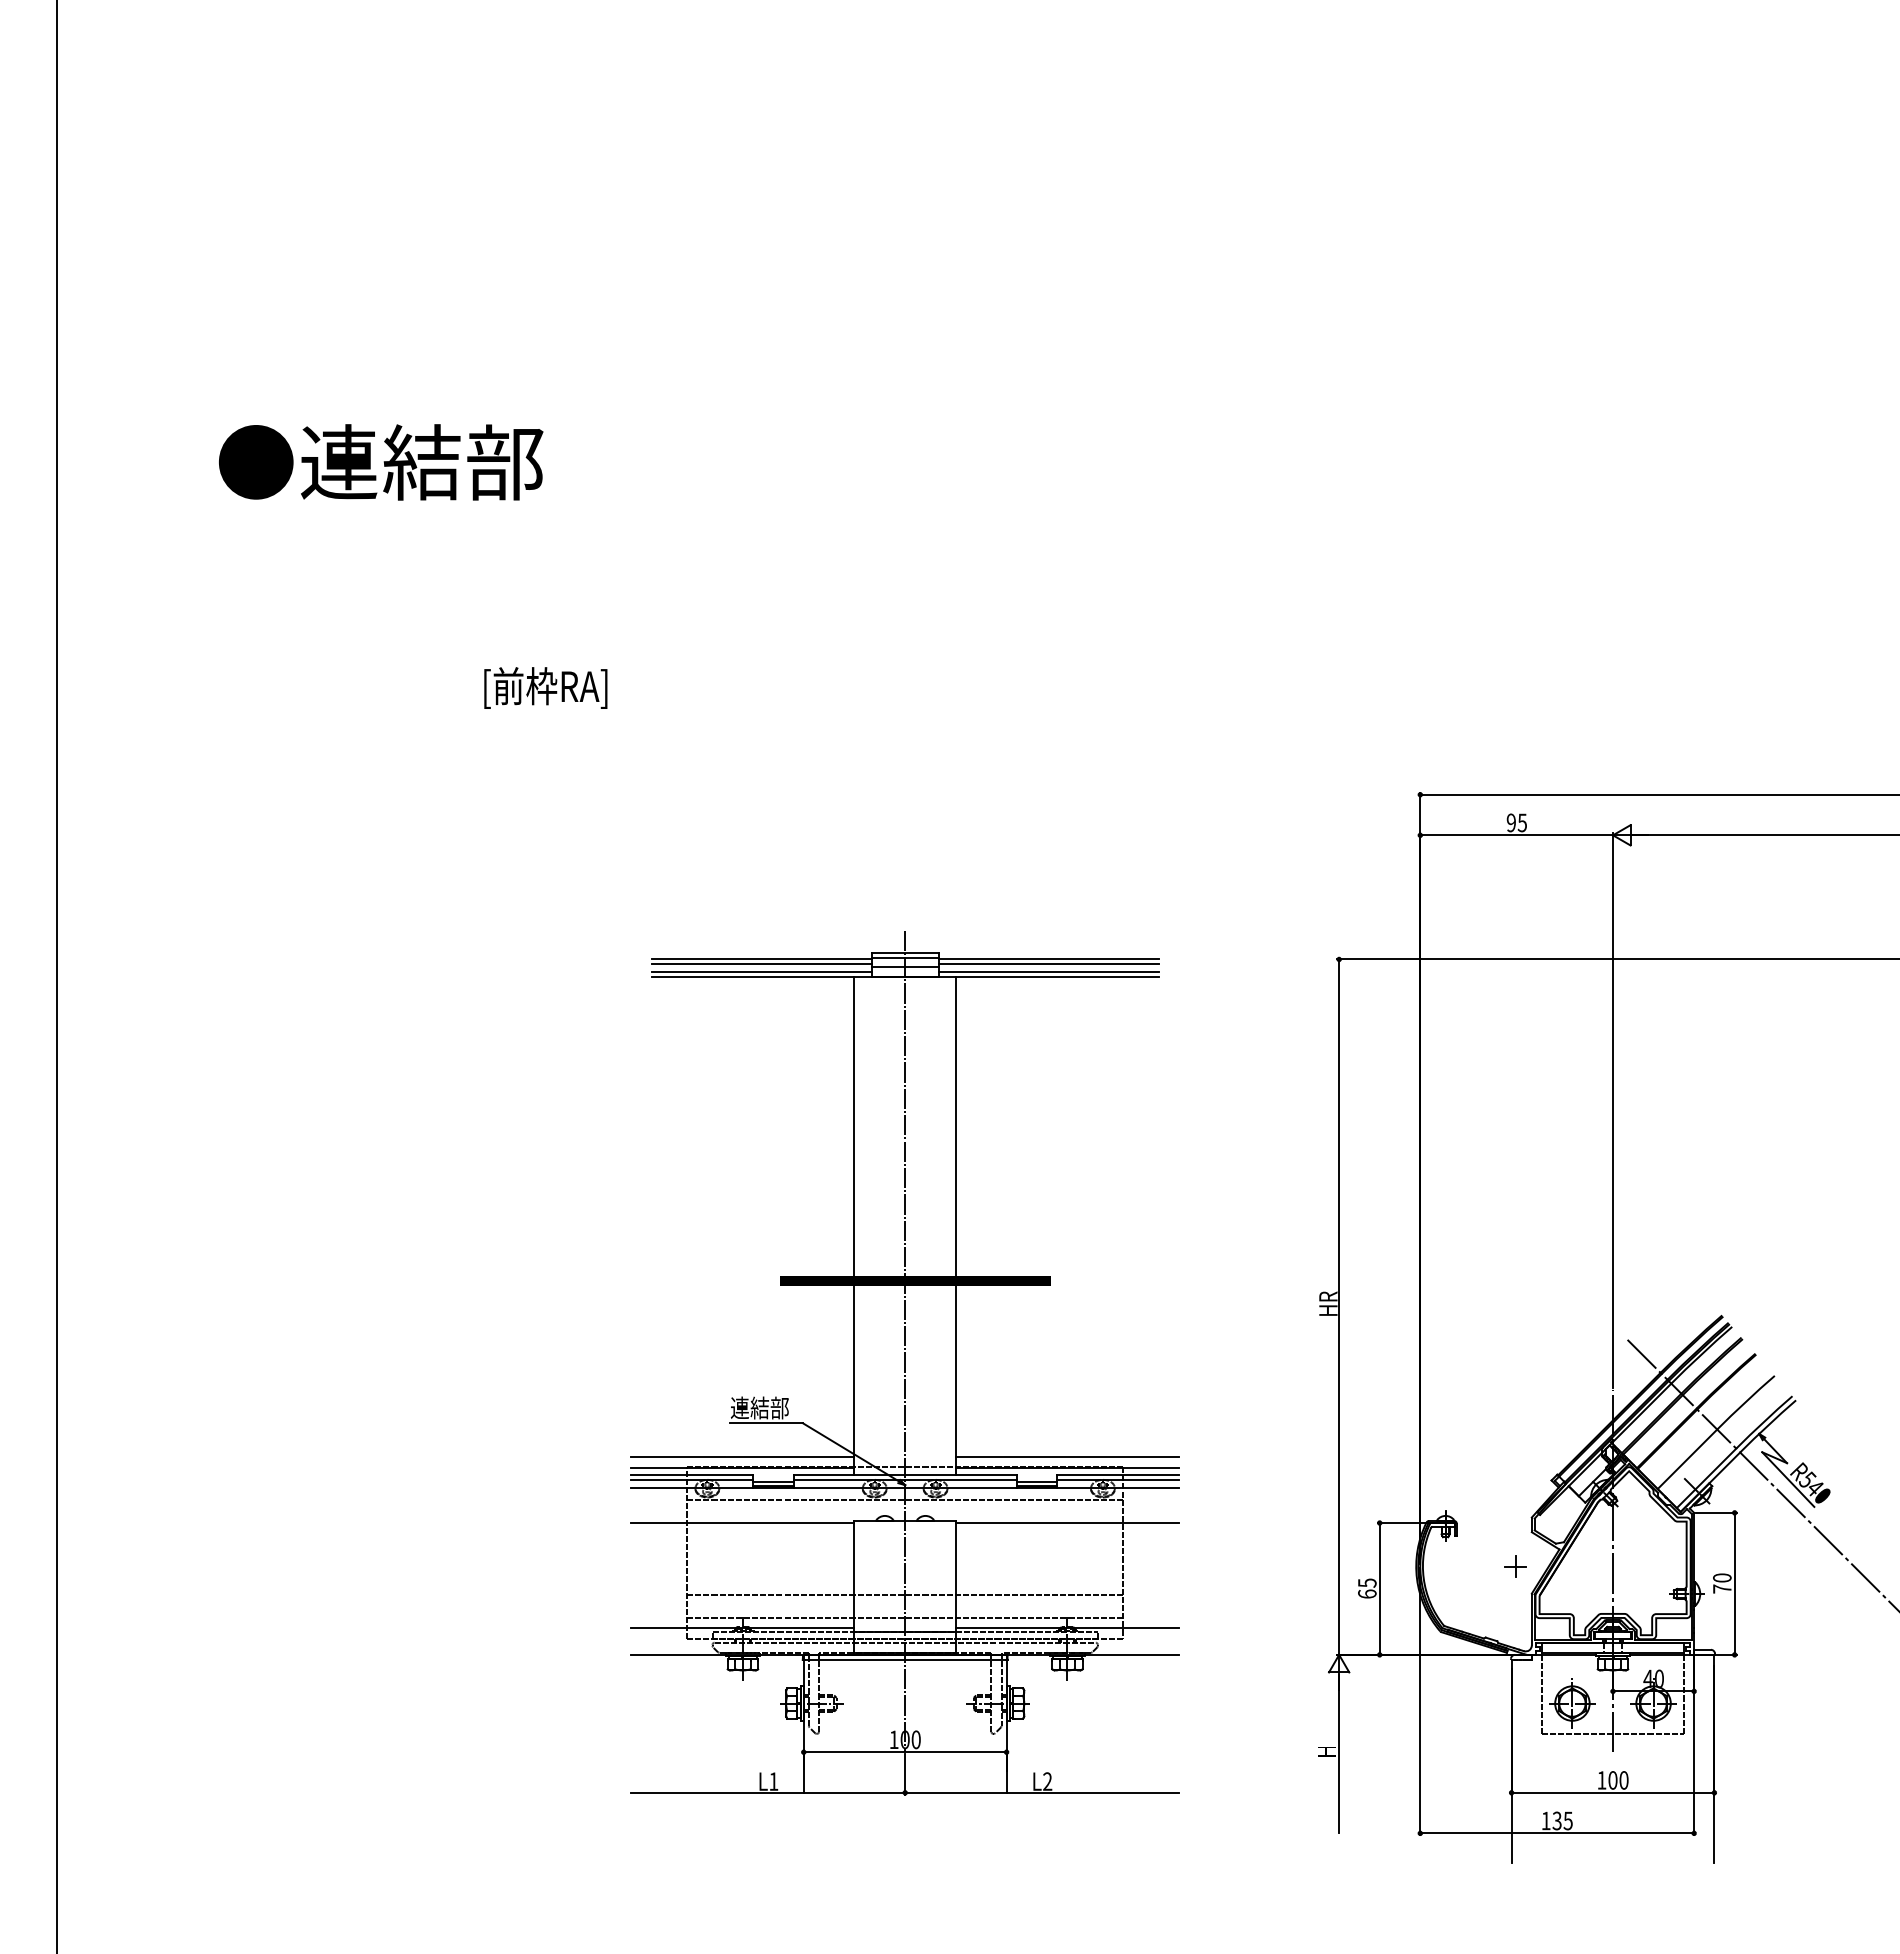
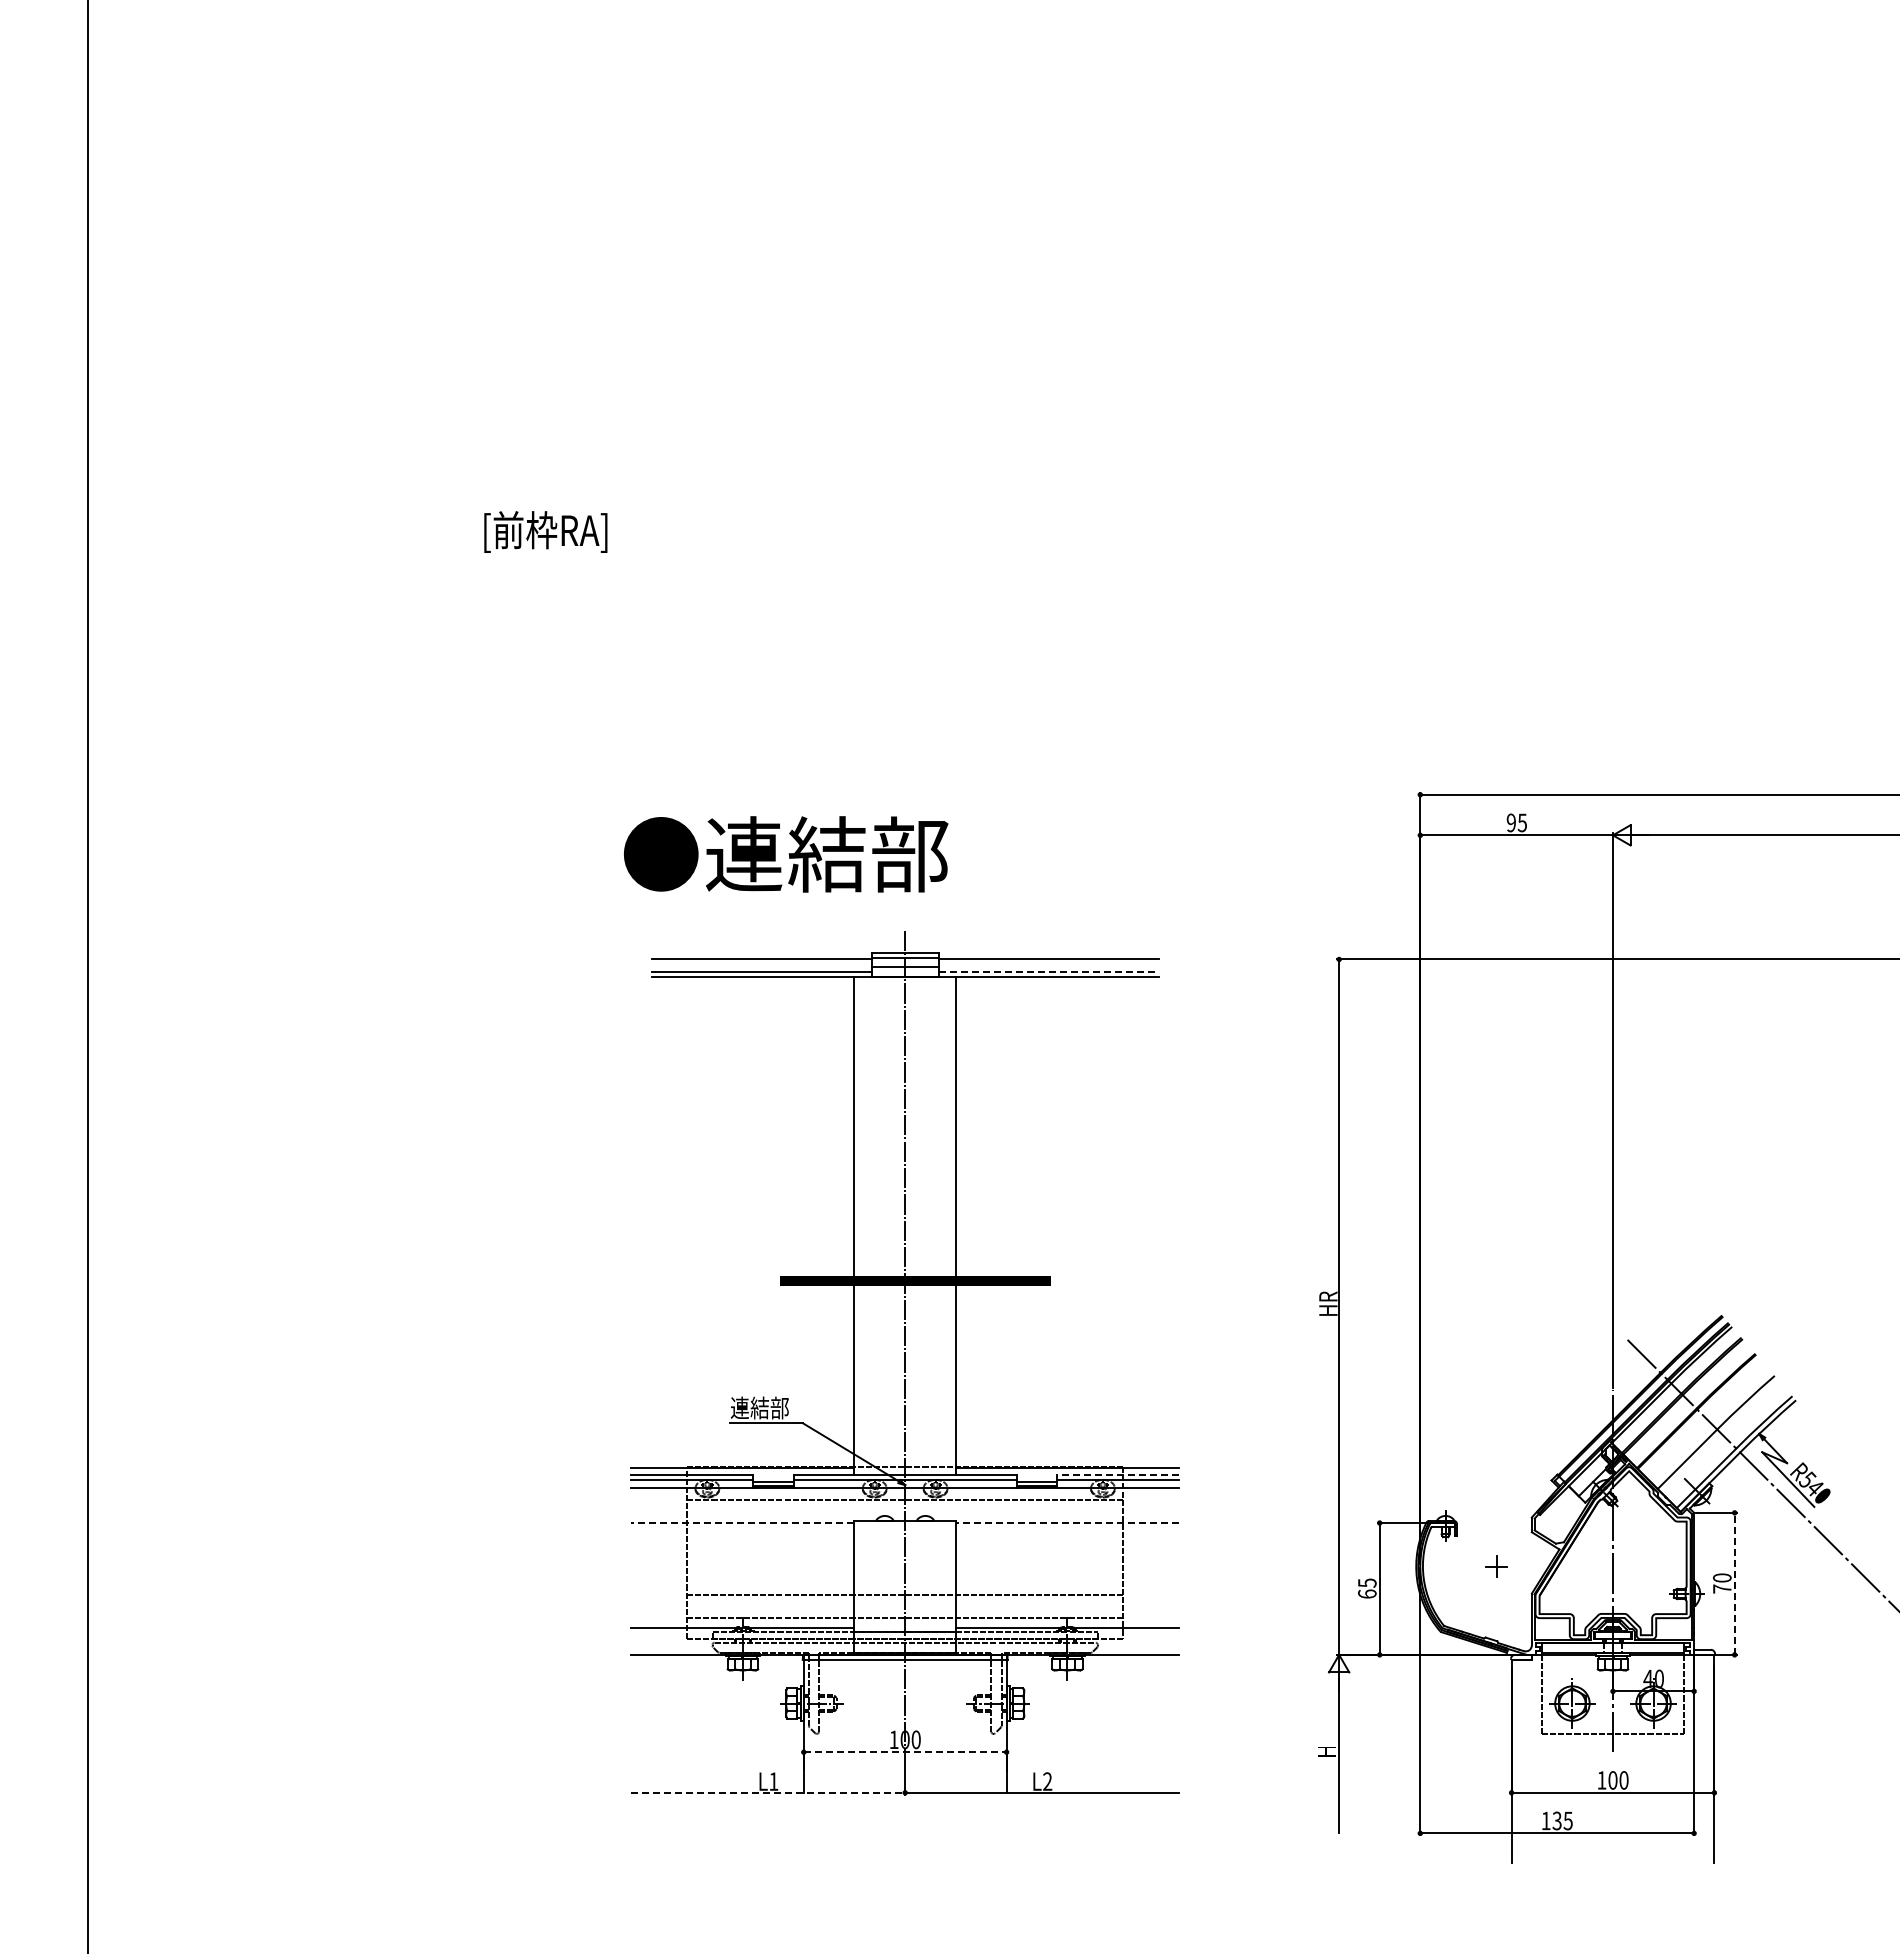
text at (381, 462) position: (381, 462) -> (786, 854)
text at (545, 687) position: (545, 687) -> (545, 531)
line at (761, 964): present -> none
line at (1048, 964): present -> none
line at (1049, 972): solid -> dashed
line at (57, 976) position: (57, 976) -> (88, 976)
line at (742, 1457): present -> none
line at (1067, 1457): present -> none
line at (1118, 1474): solid -> dashed
line at (742, 1523): solid -> dashed
line at (1067, 1523): solid -> dashed
part at (1515, 1566) position: (1515, 1566) -> (1496, 1566)
line at (1734, 1583): solid -> dashed
line at (905, 1752): solid -> dashed
line at (768, 1792): solid -> dashed
